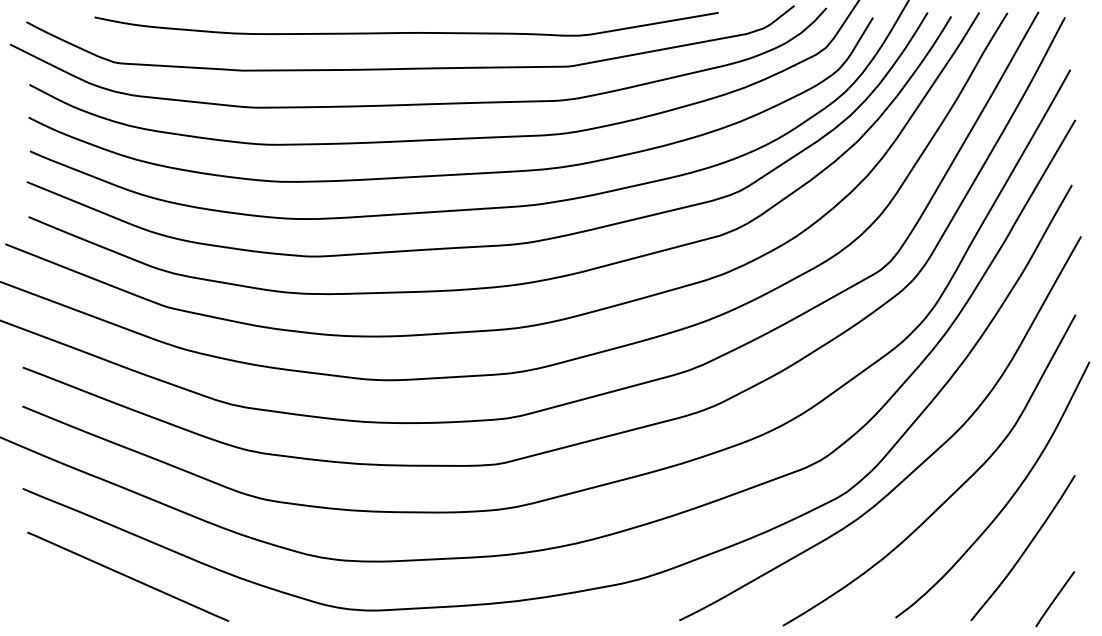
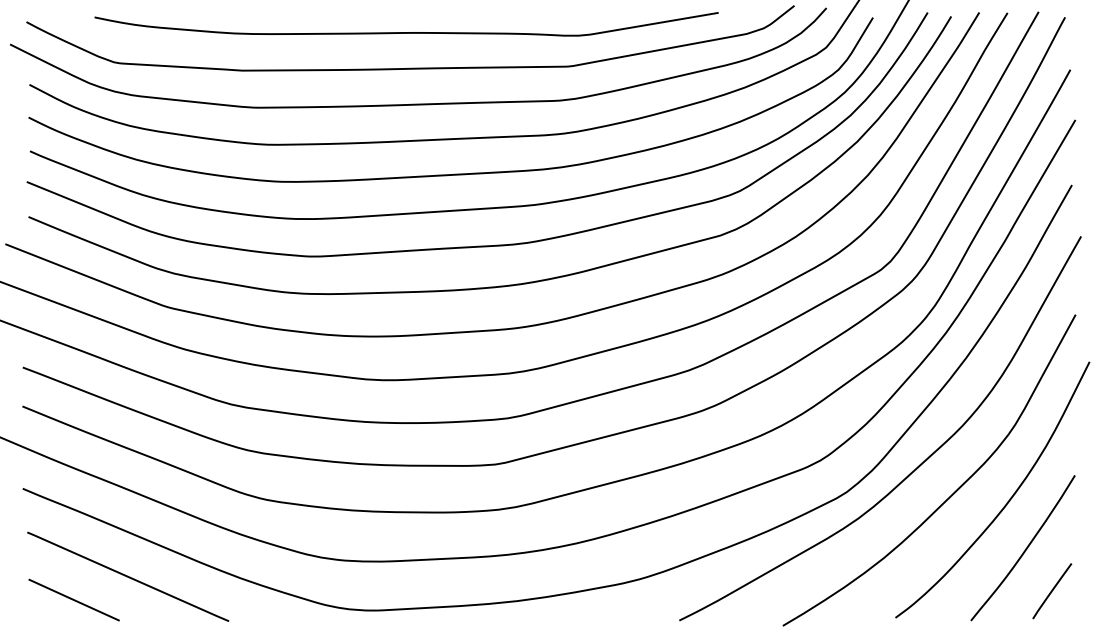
line at (73, 599): none -> present
line at (1055, 599) position: (1055, 599) -> (1052, 591)
